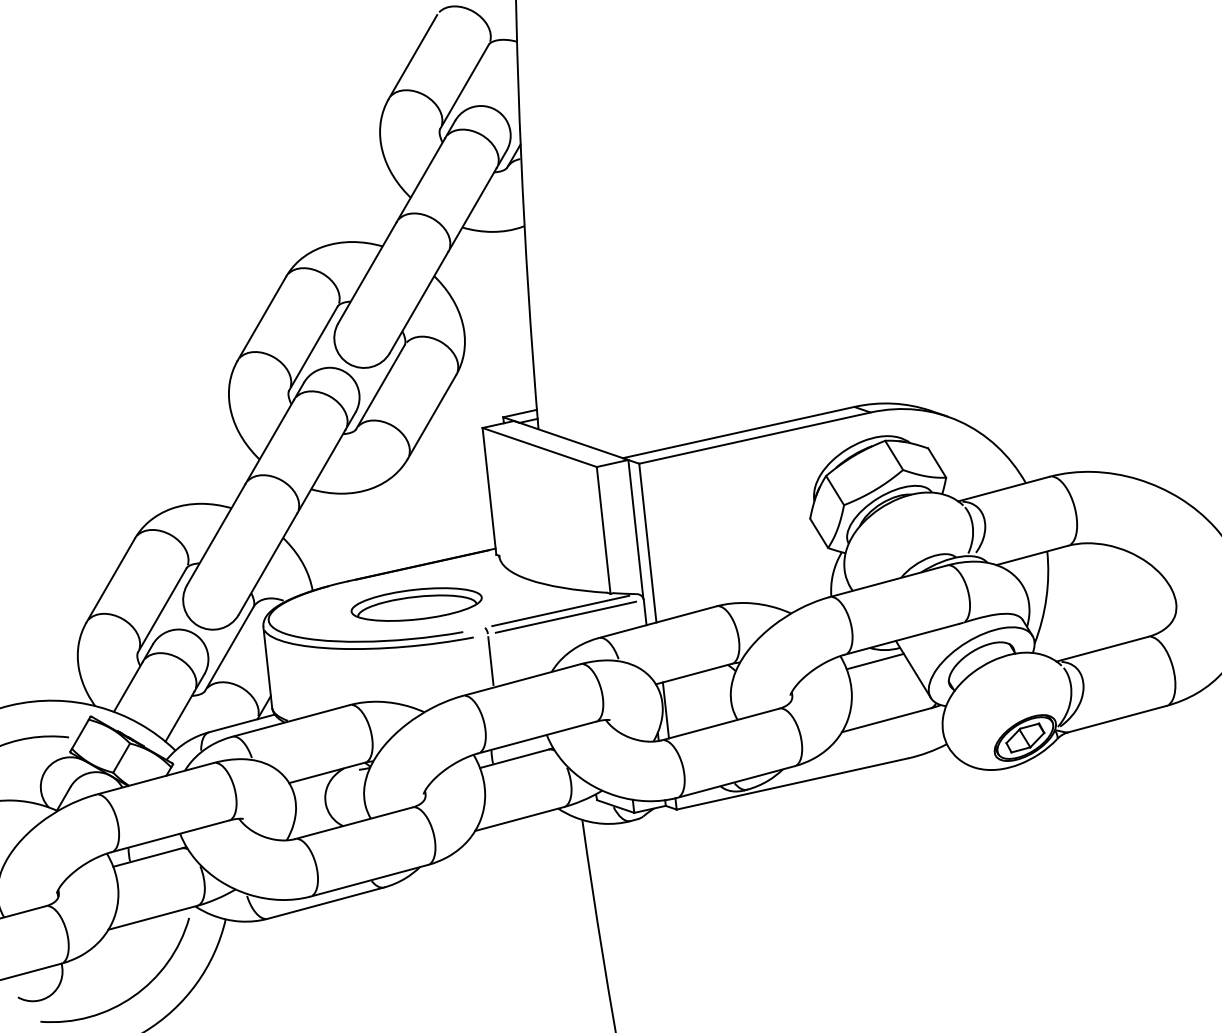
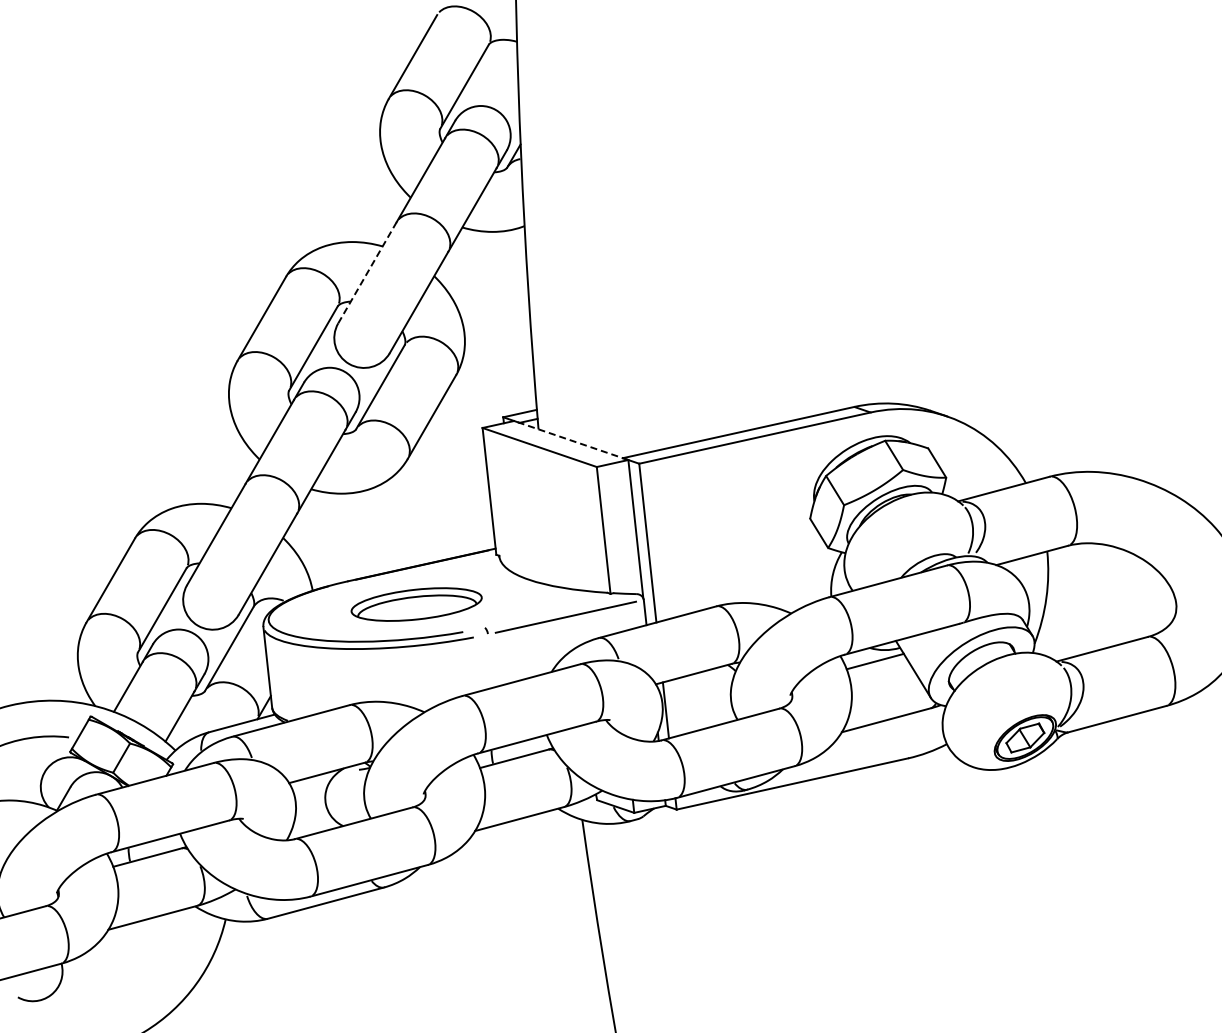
line at (367, 273): solid -> dashed
line at (570, 440): solid -> dashed
line at (560, 610): present -> none
line at (490, 660): present -> none
arc at (132, 995): present -> none
